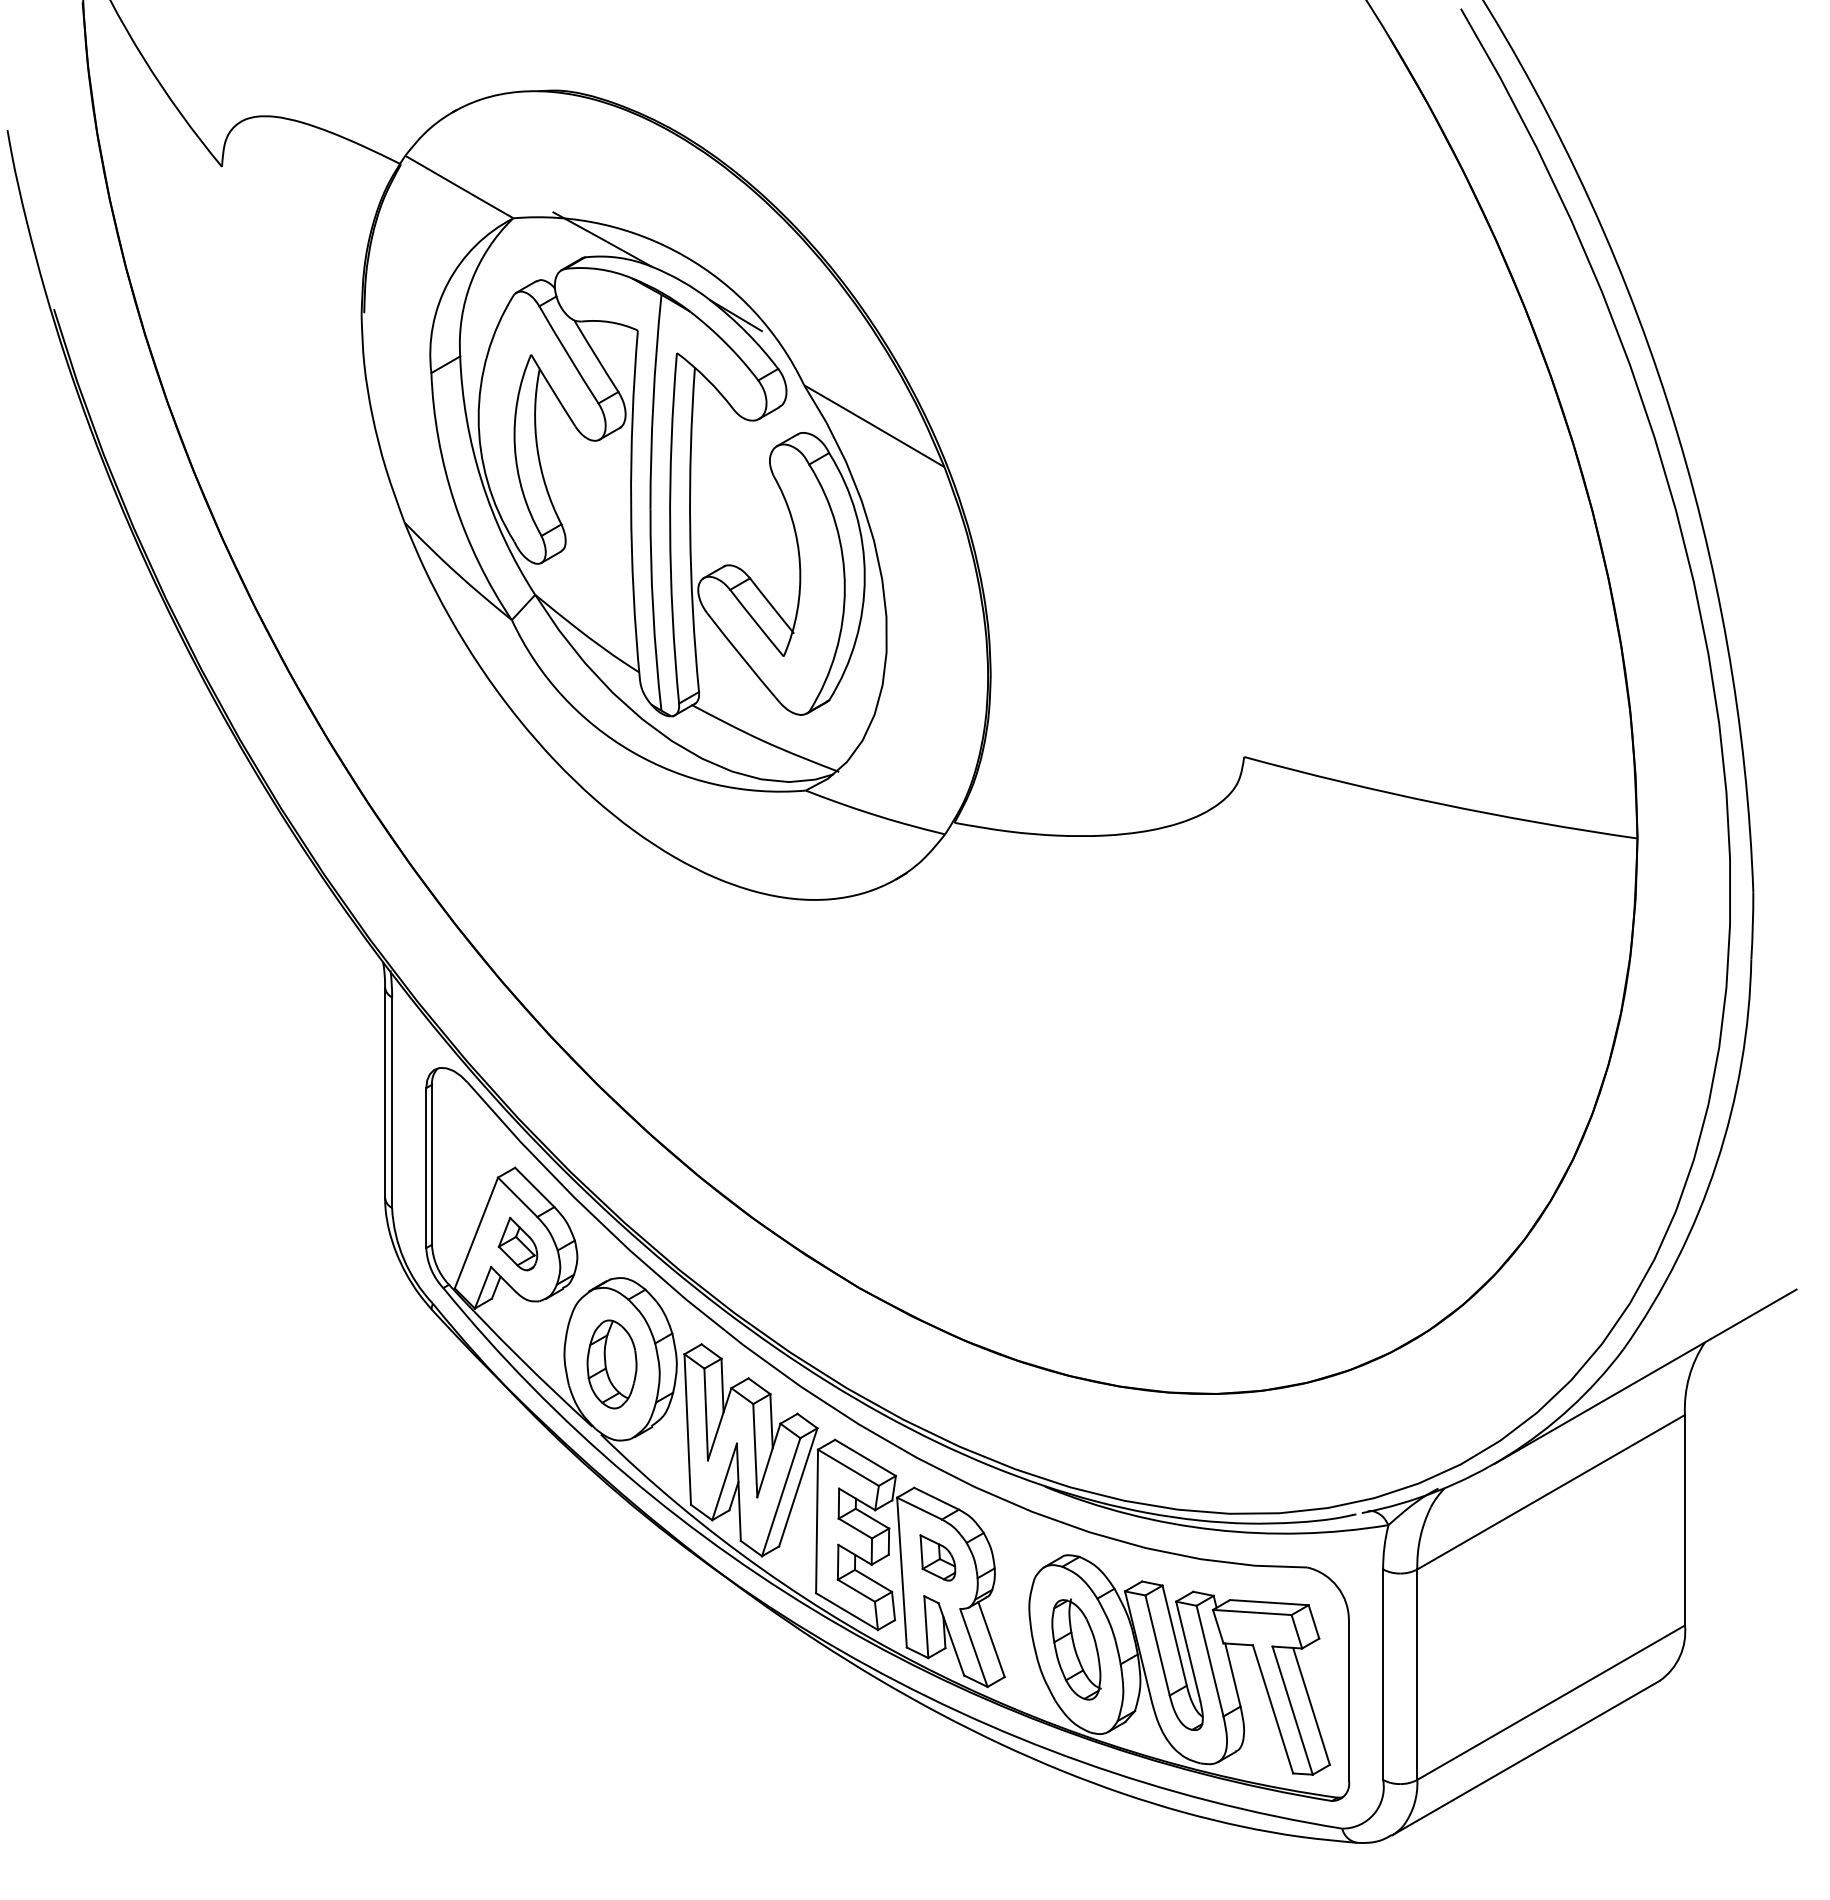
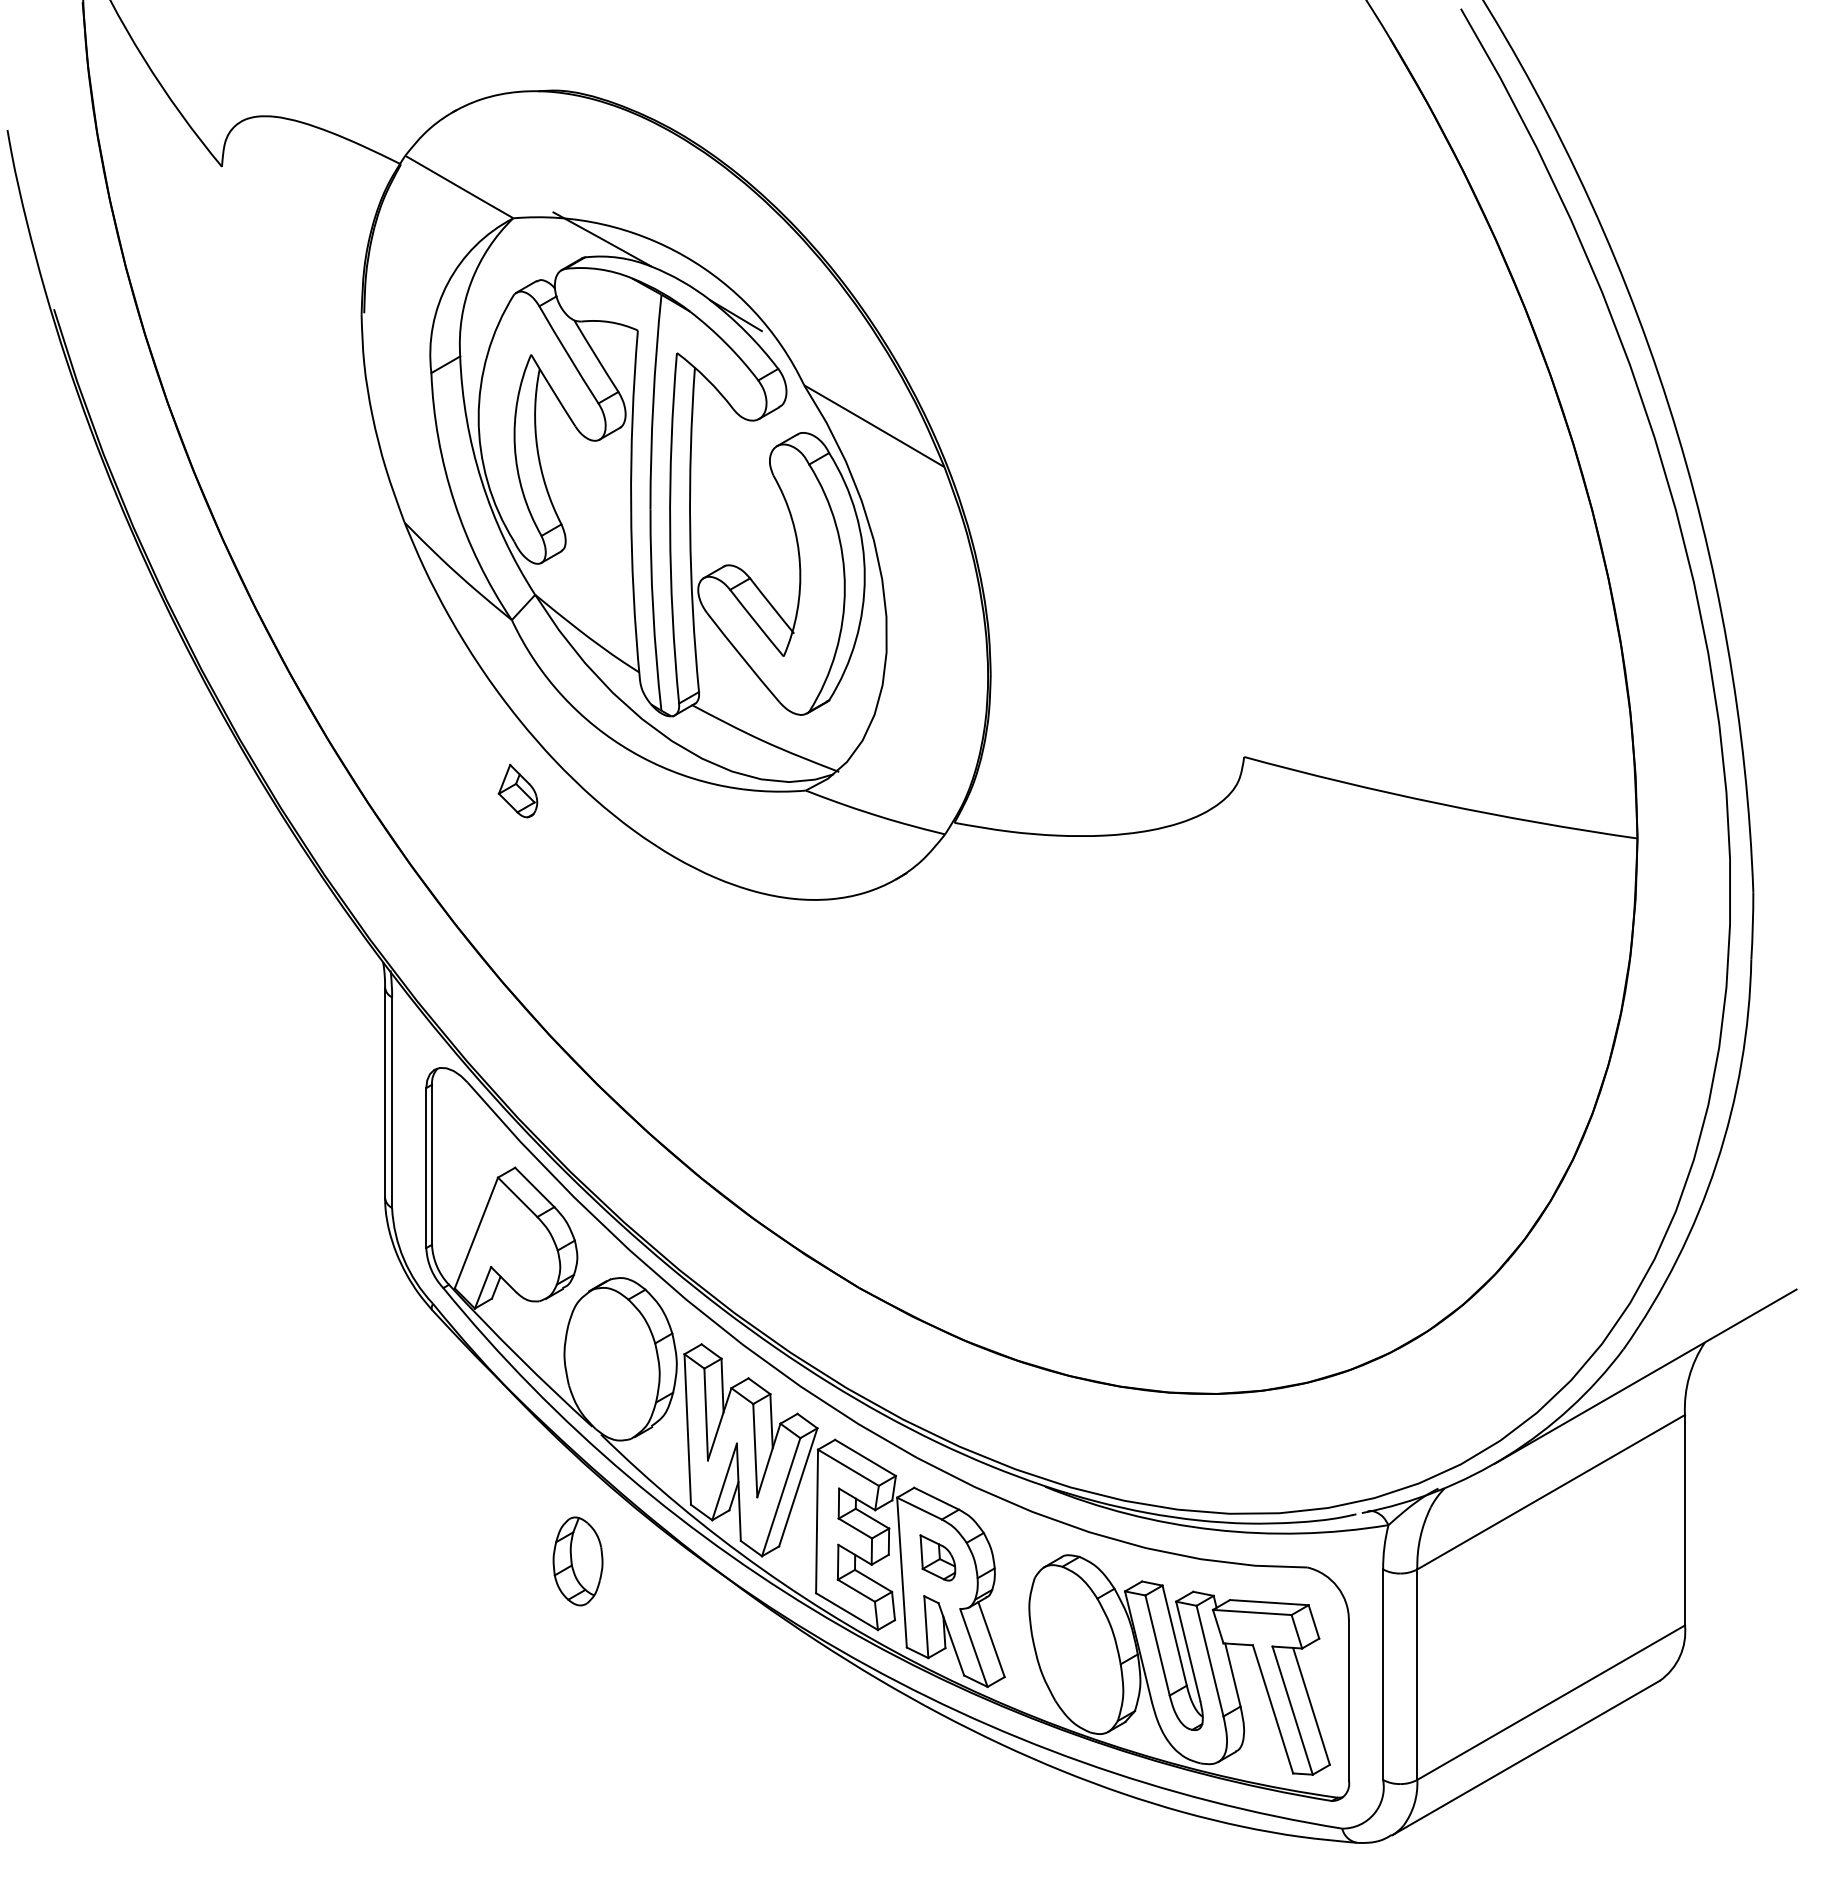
part at (517, 1243) position: (517, 1243) -> (517, 790)
part at (611, 1364) position: (611, 1364) -> (577, 1561)
part at (1076, 1649): present -> none
